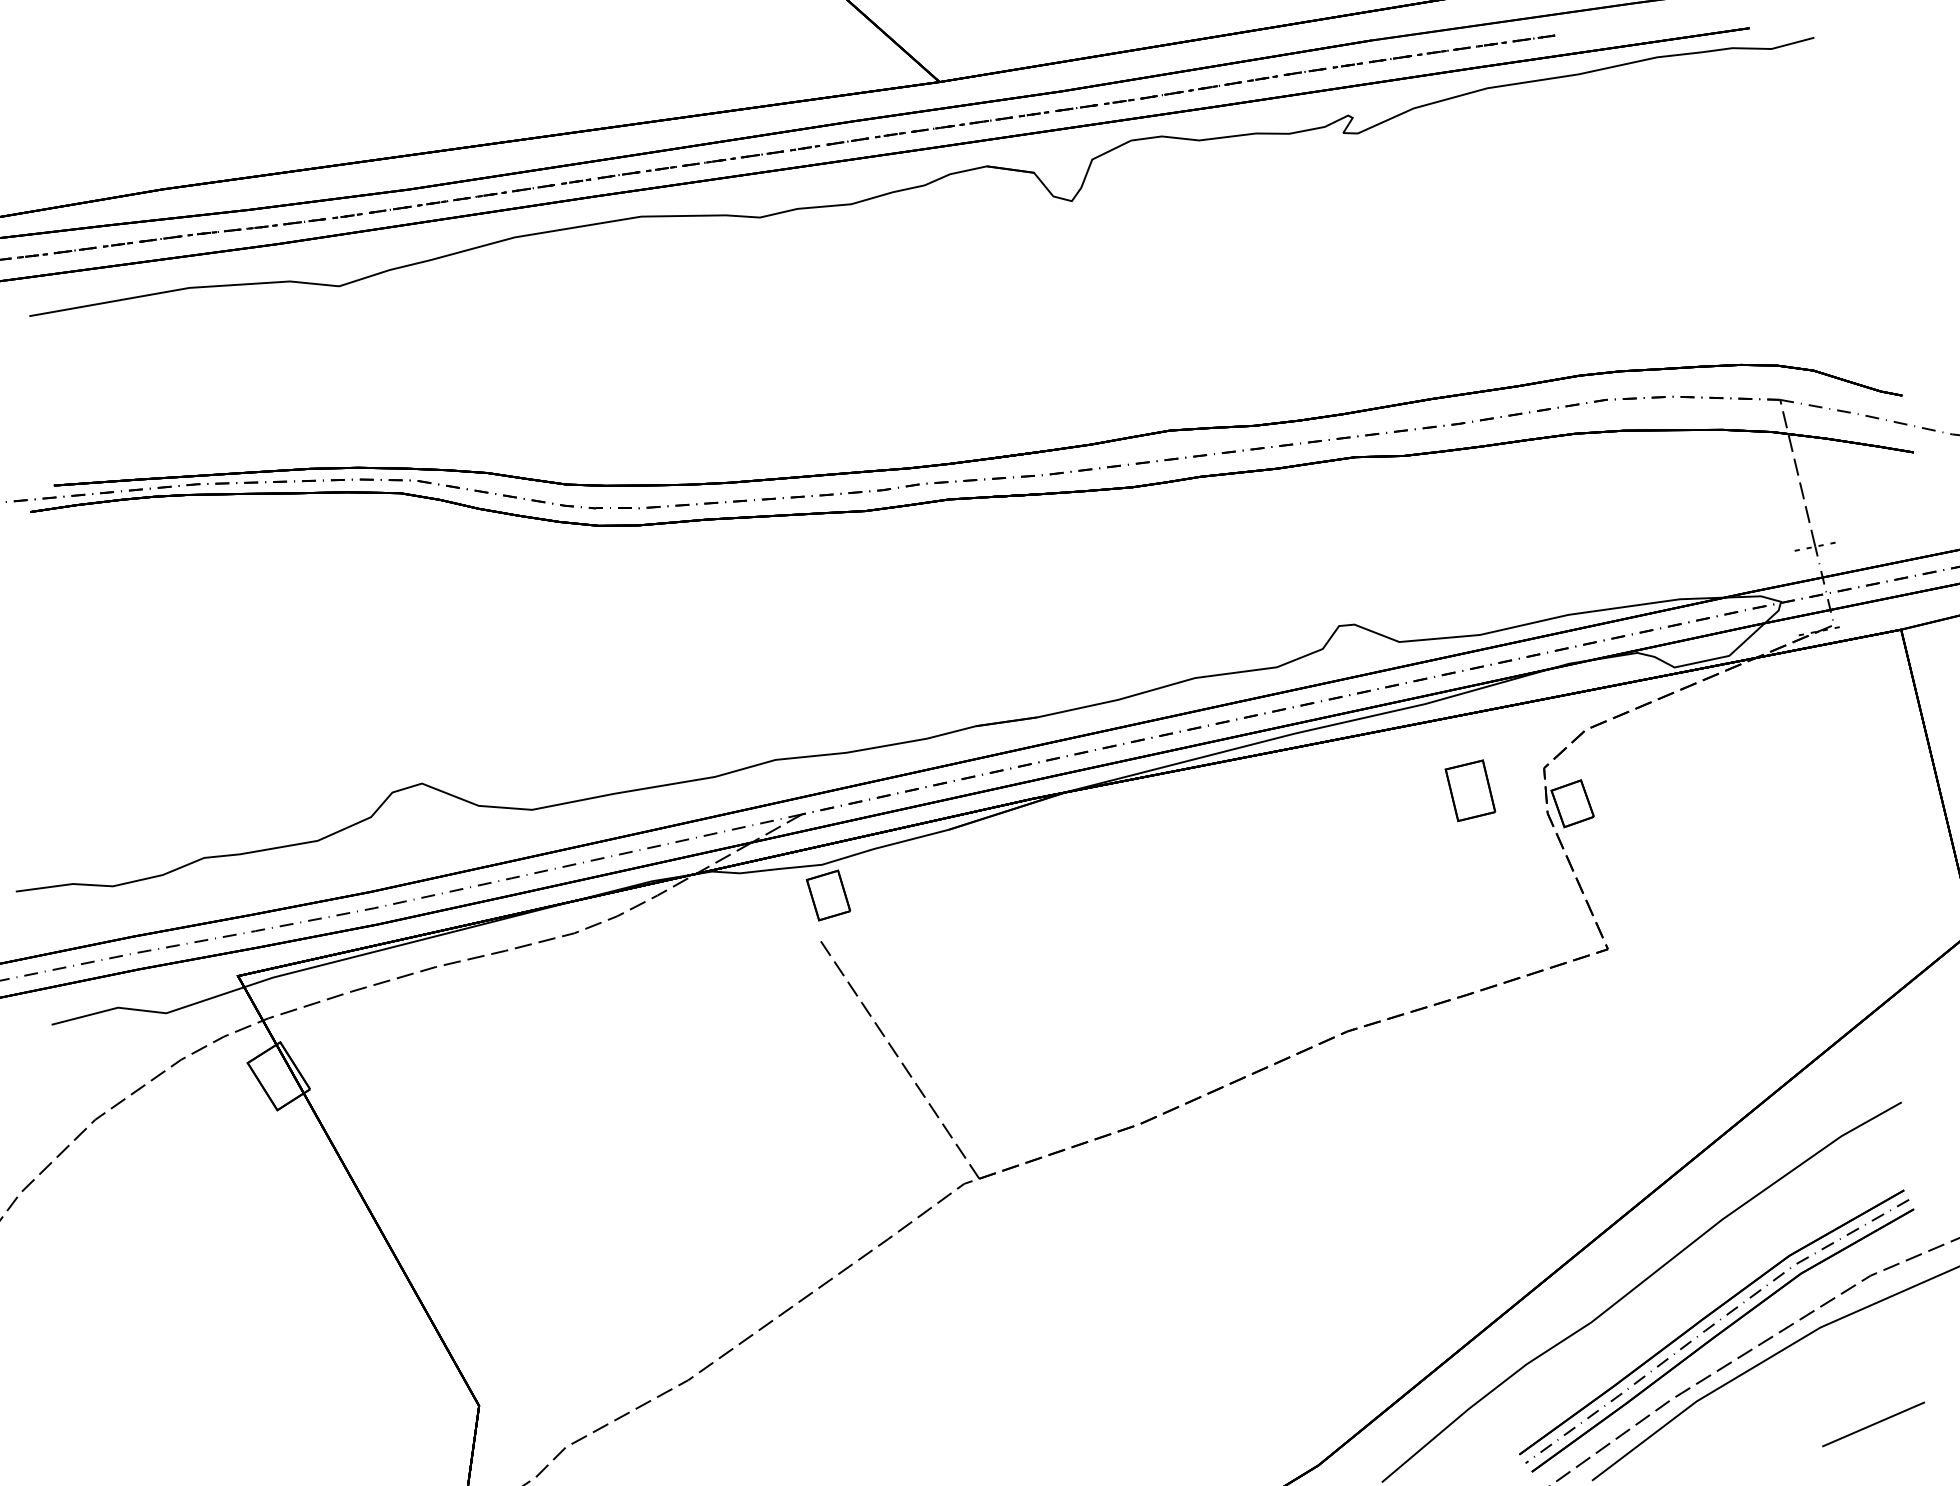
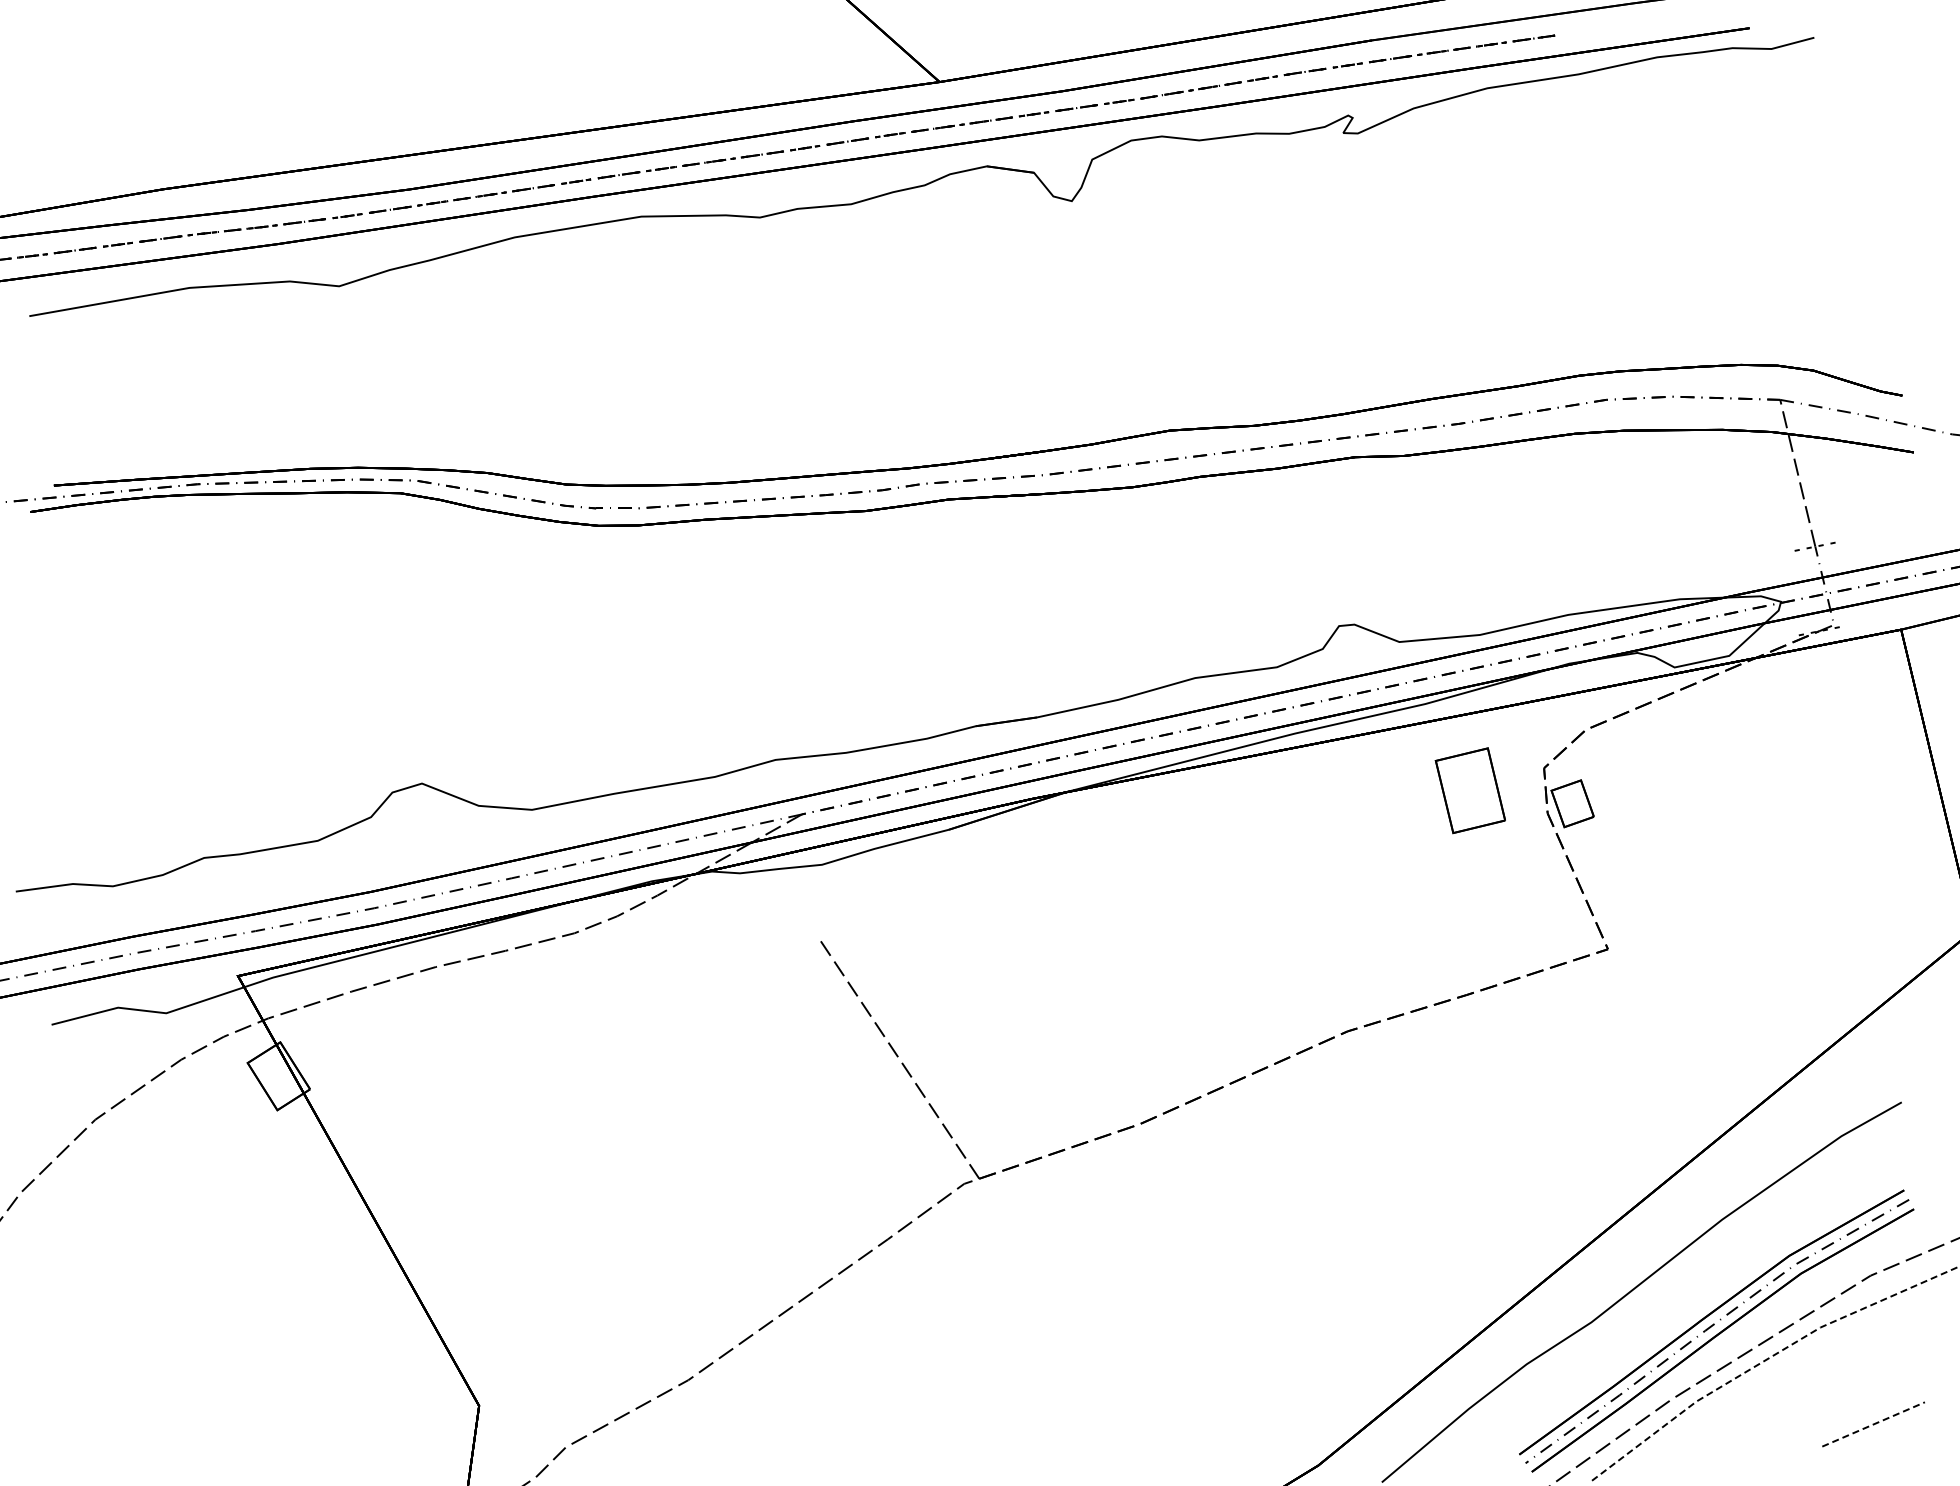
part at (1470, 790) size: 53x64 px -> 72x88 px
part at (828, 895): present -> none
line at (1767, 1359): solid -> dashed
line at (1873, 1424): solid -> dashed
